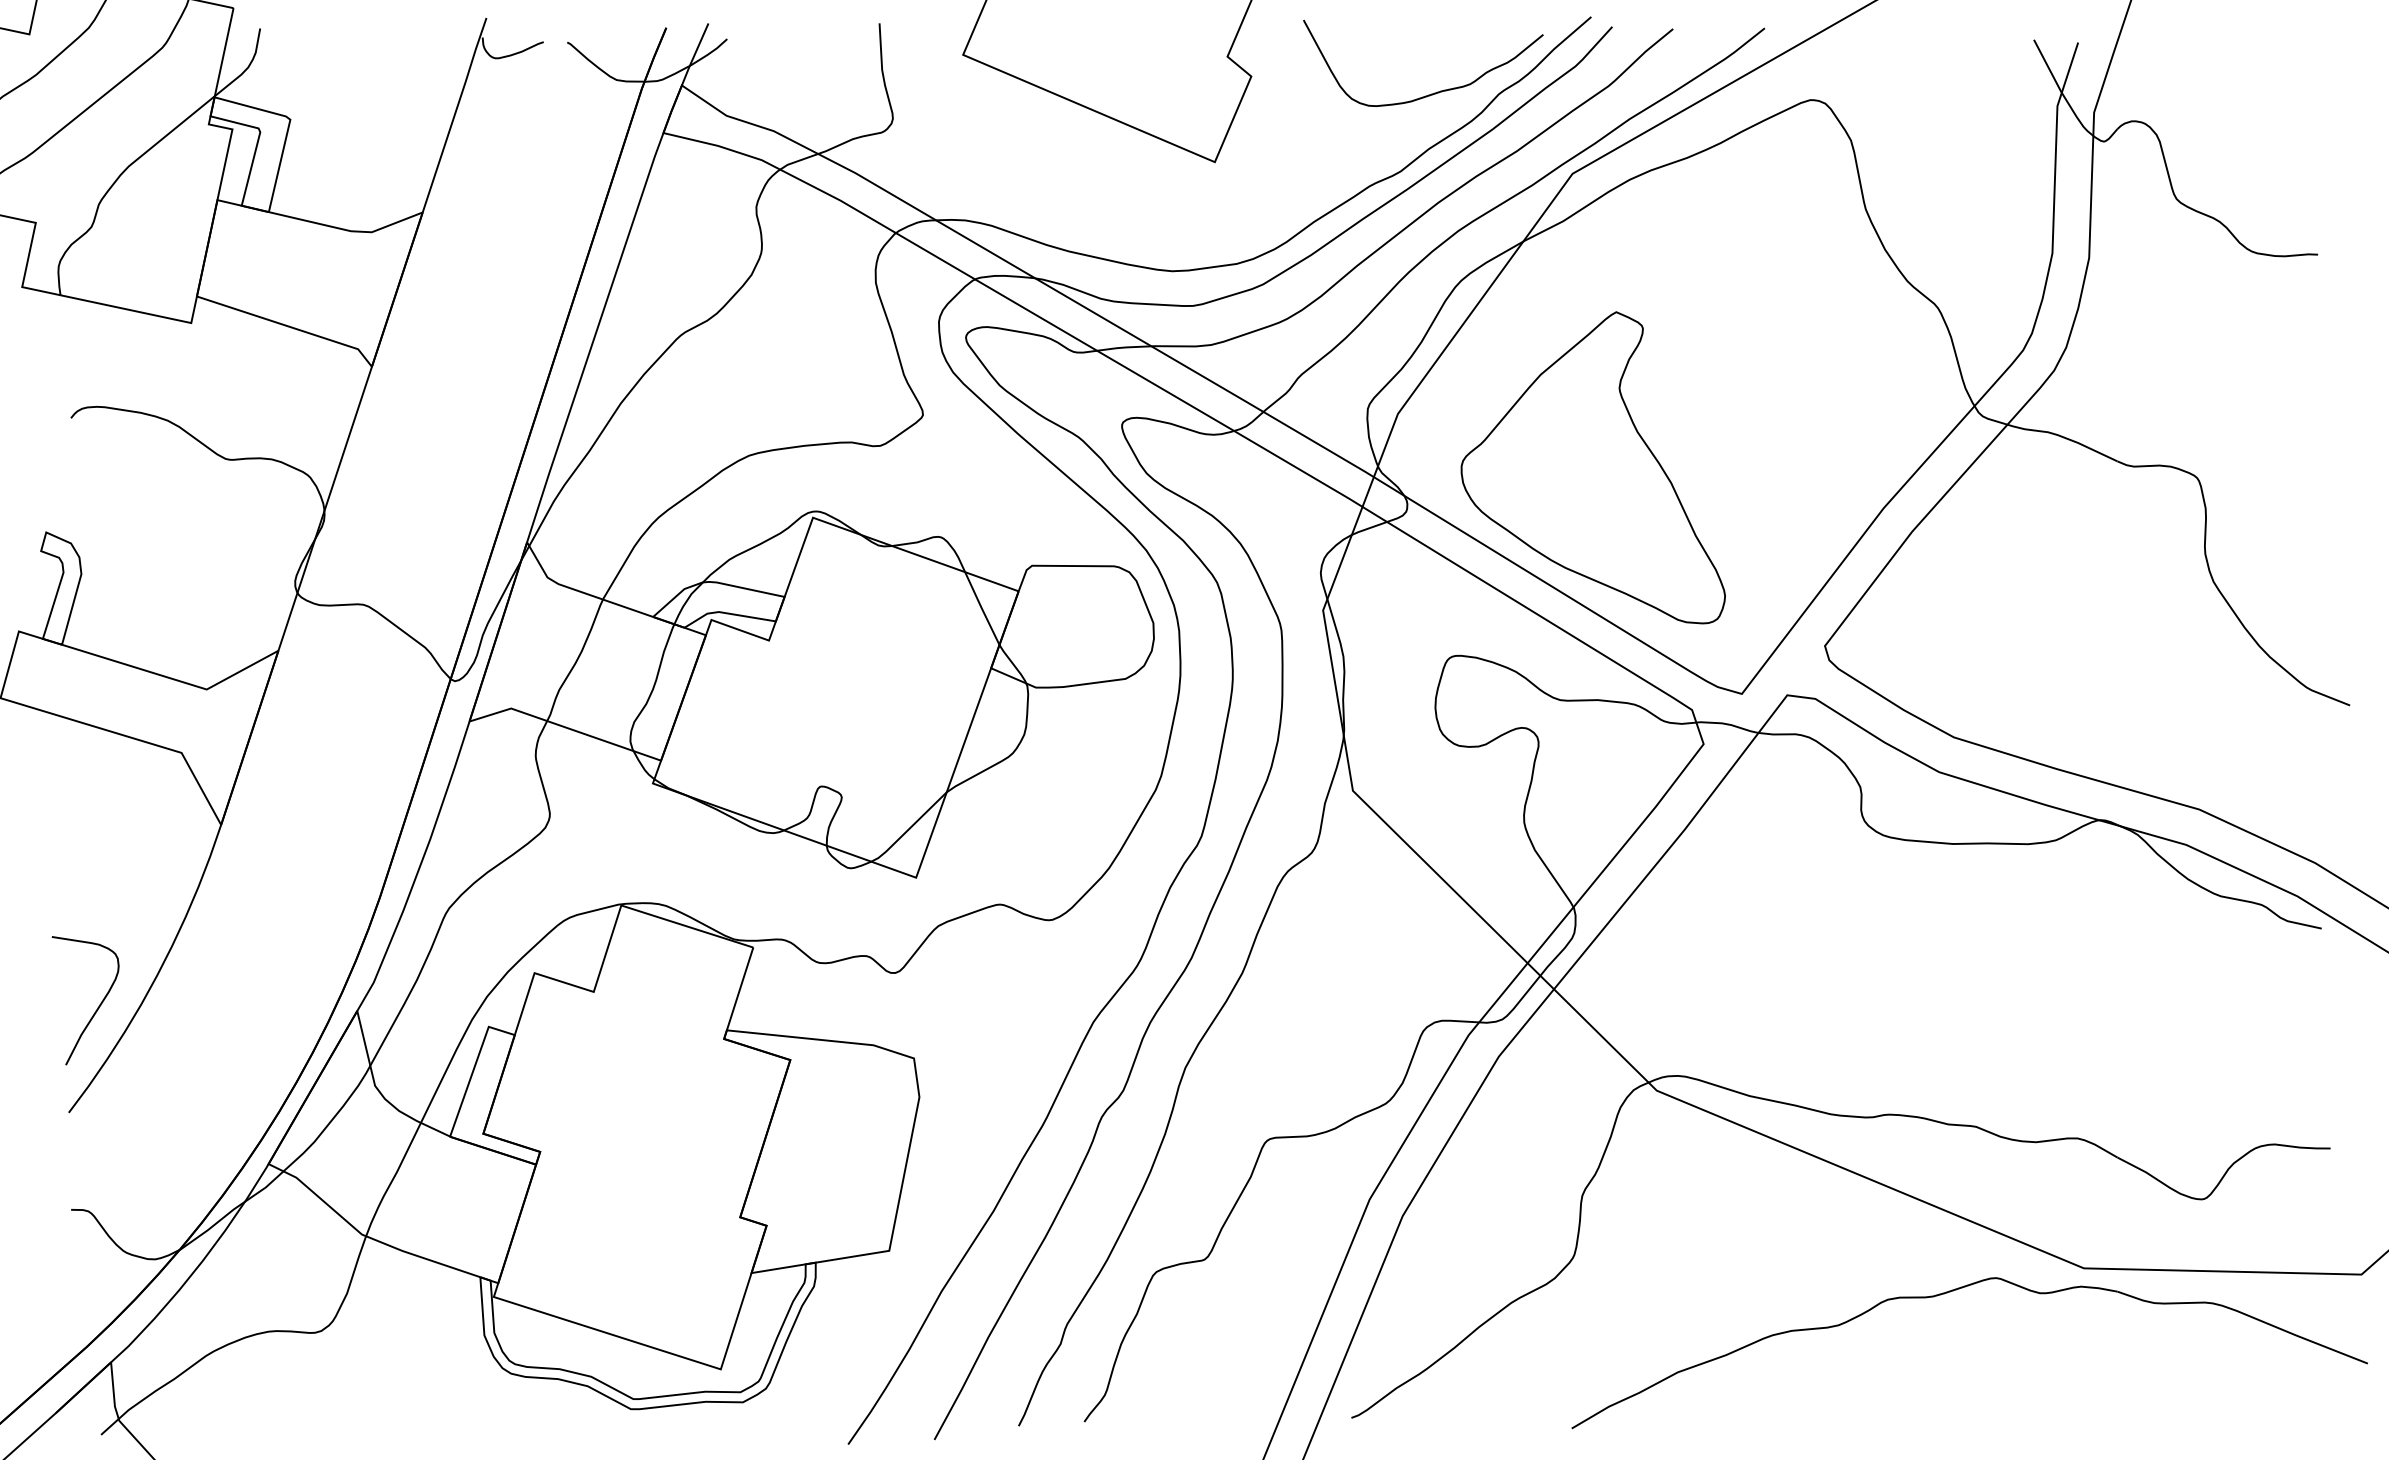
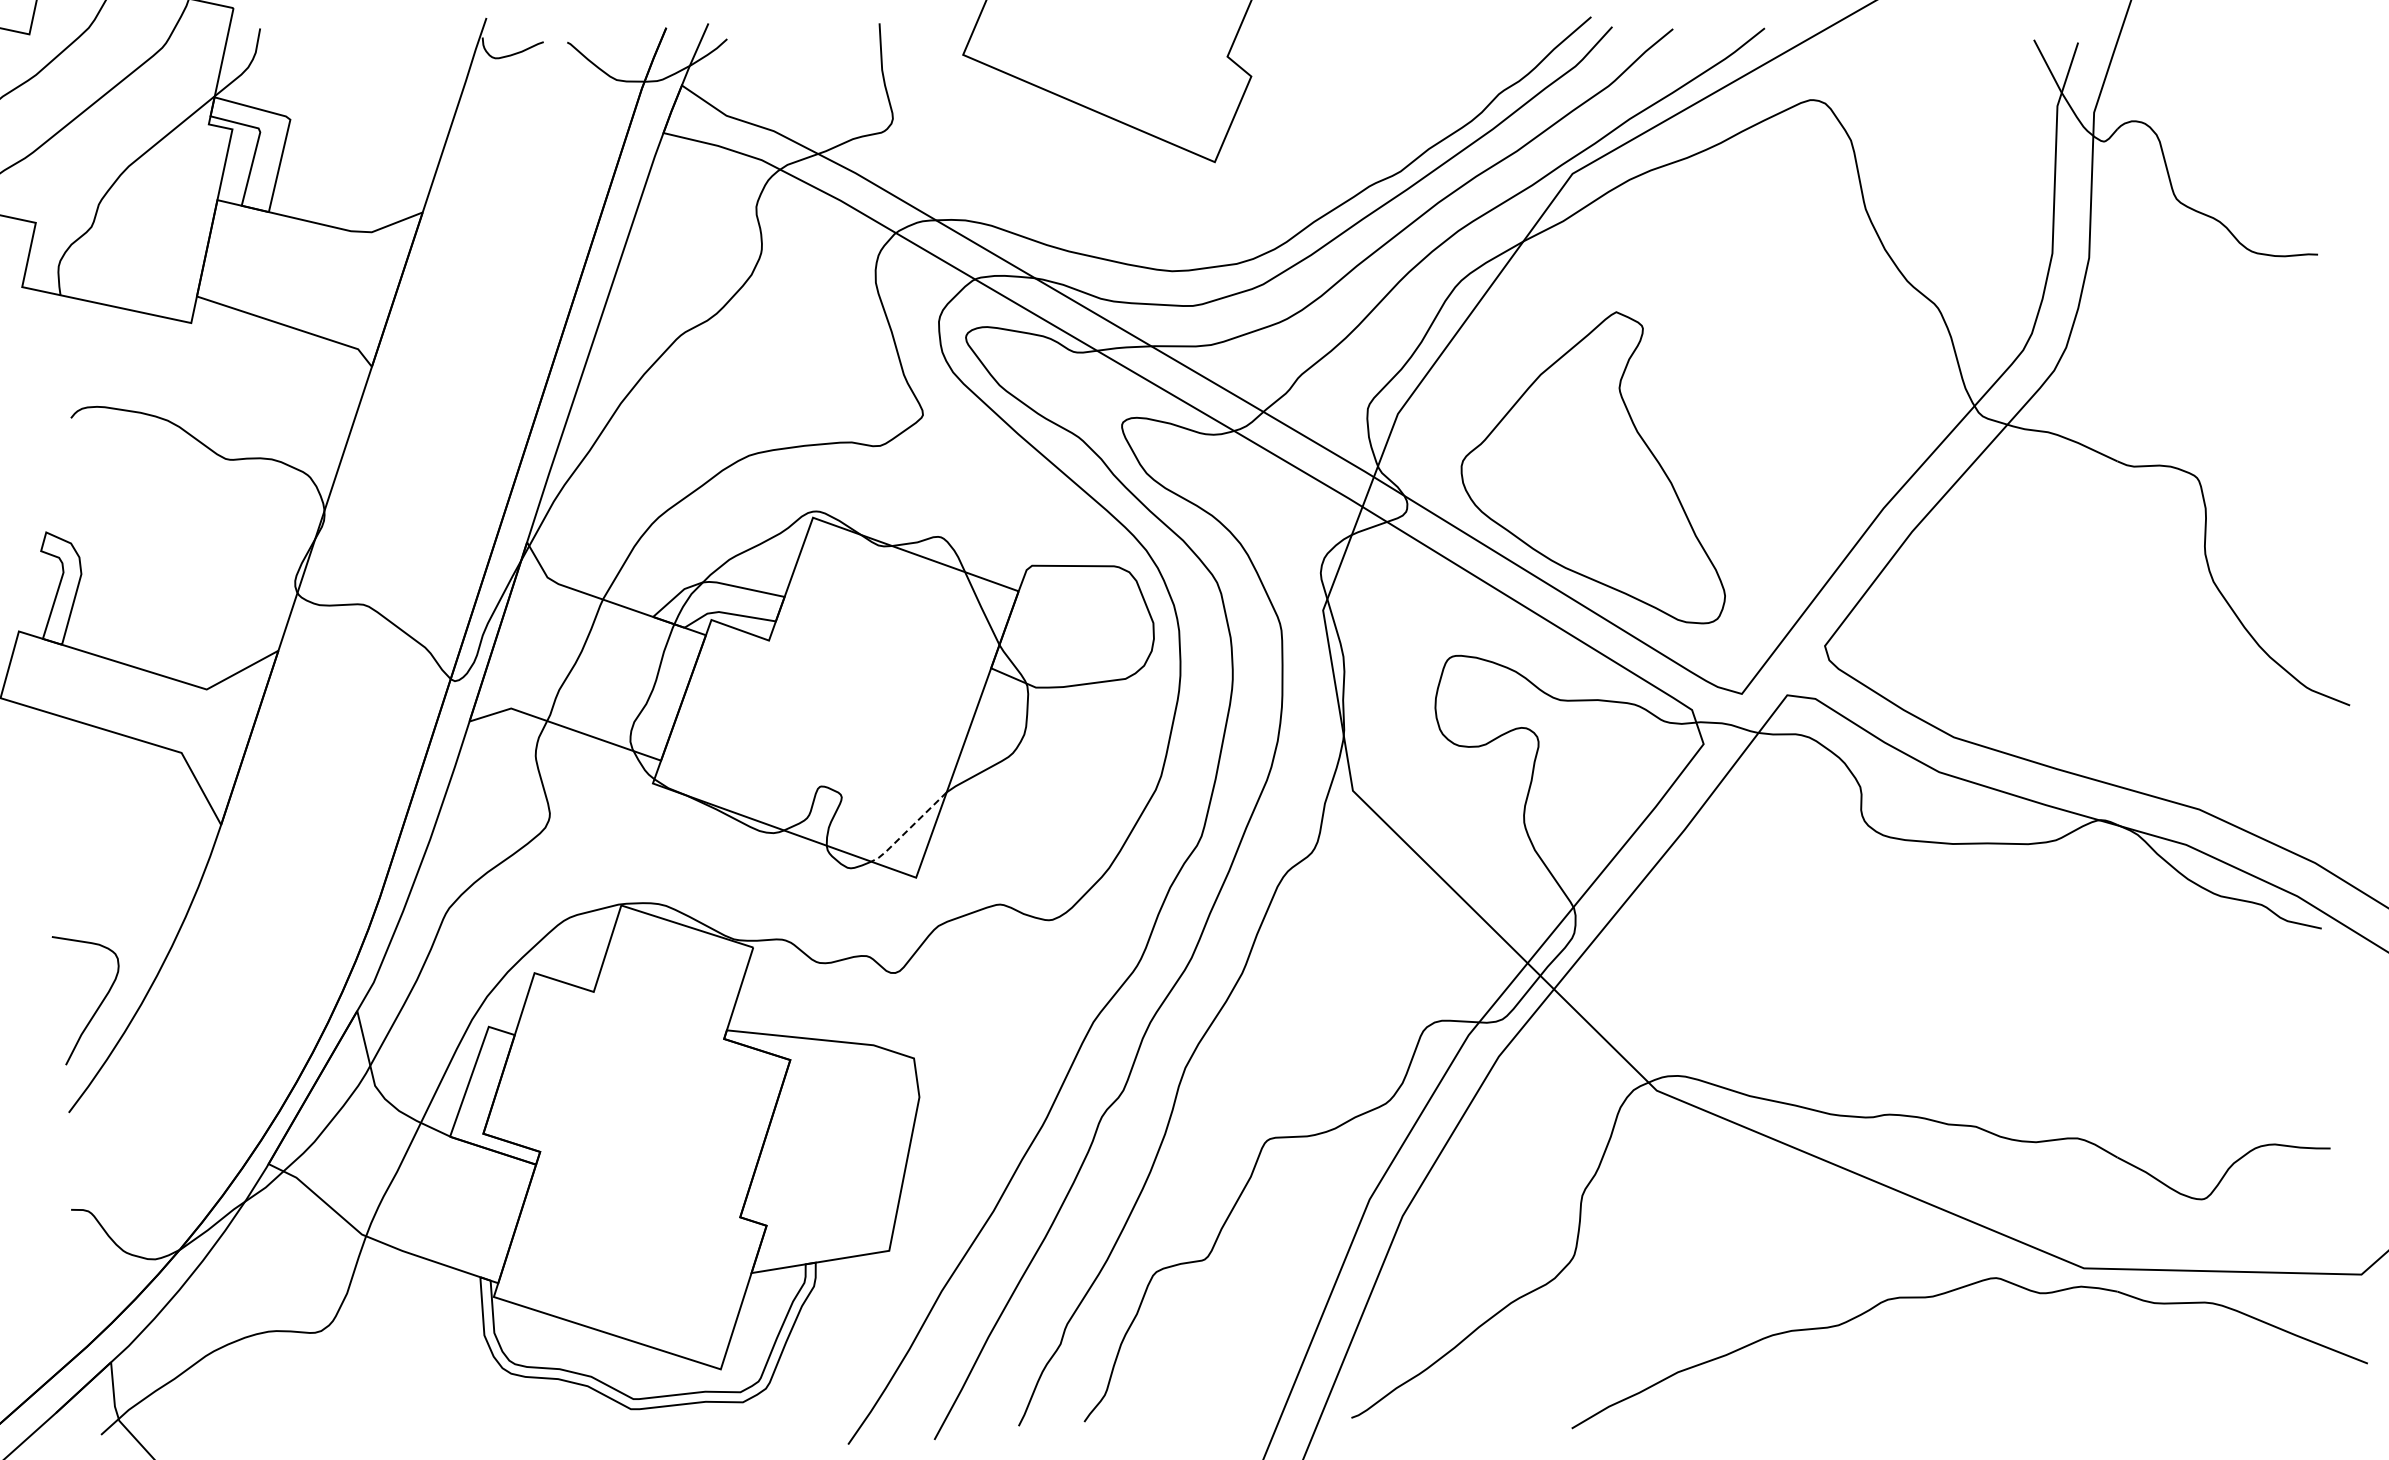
curve at (1434, 92): present -> none
line at (908, 829): solid -> dashed
